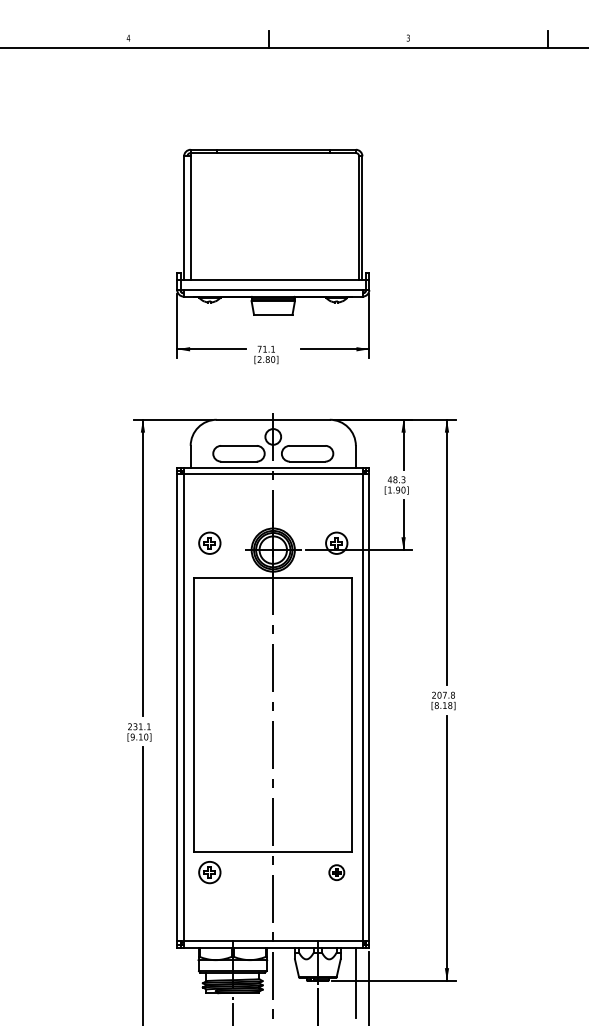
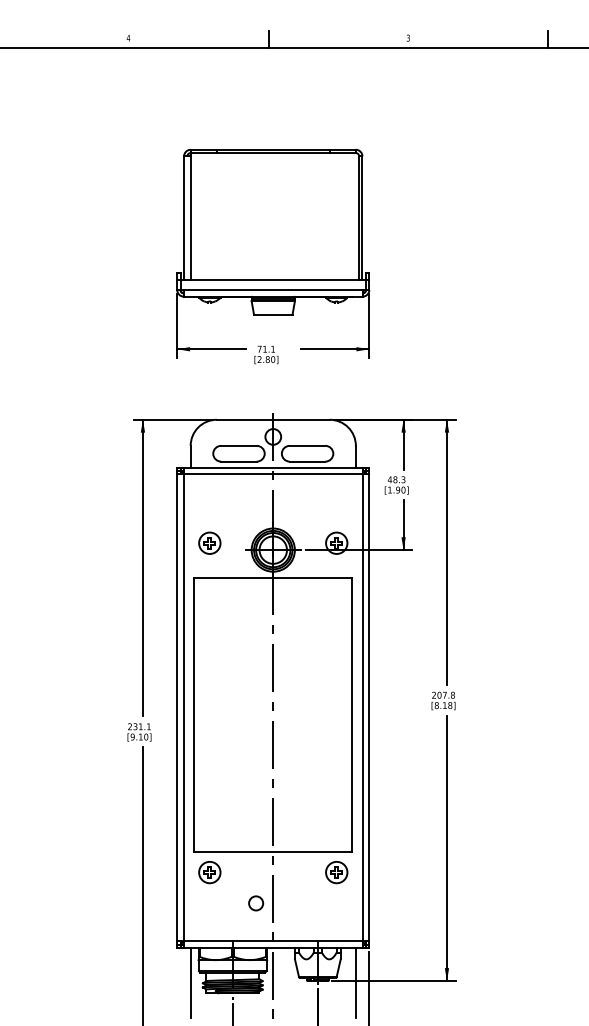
part at (336, 872) size: 18x17 px -> 24x24 px
circle at (256, 903): none -> present
line at (190, 982): none -> present
